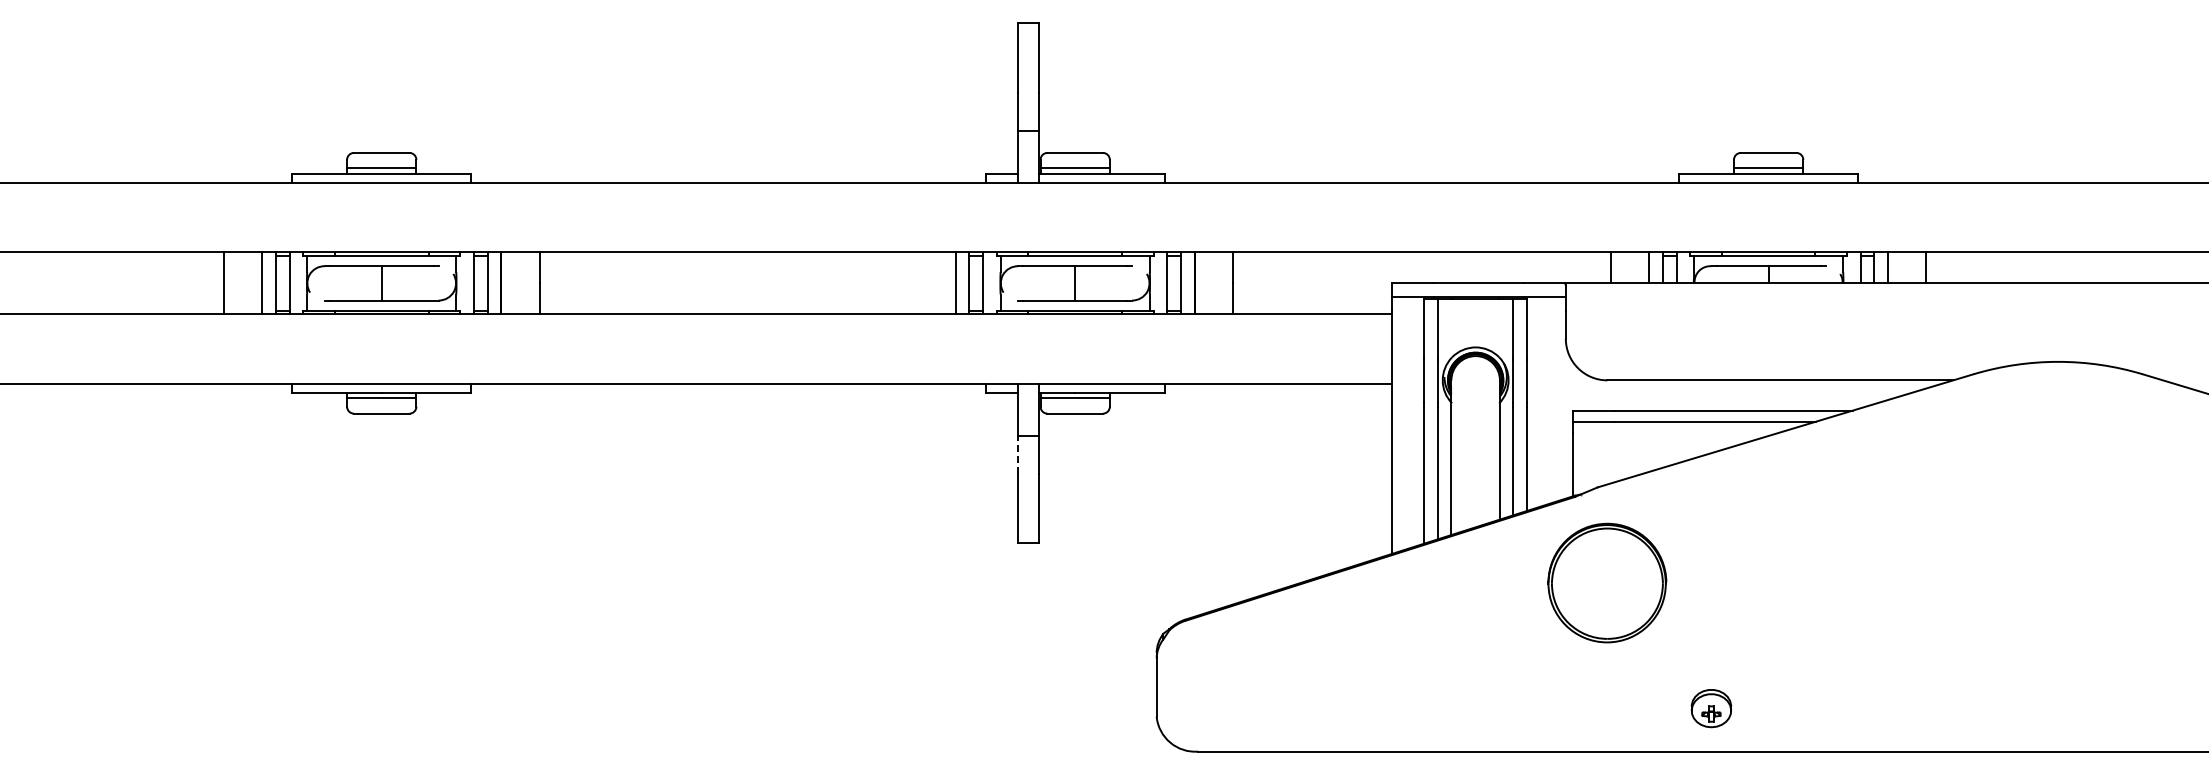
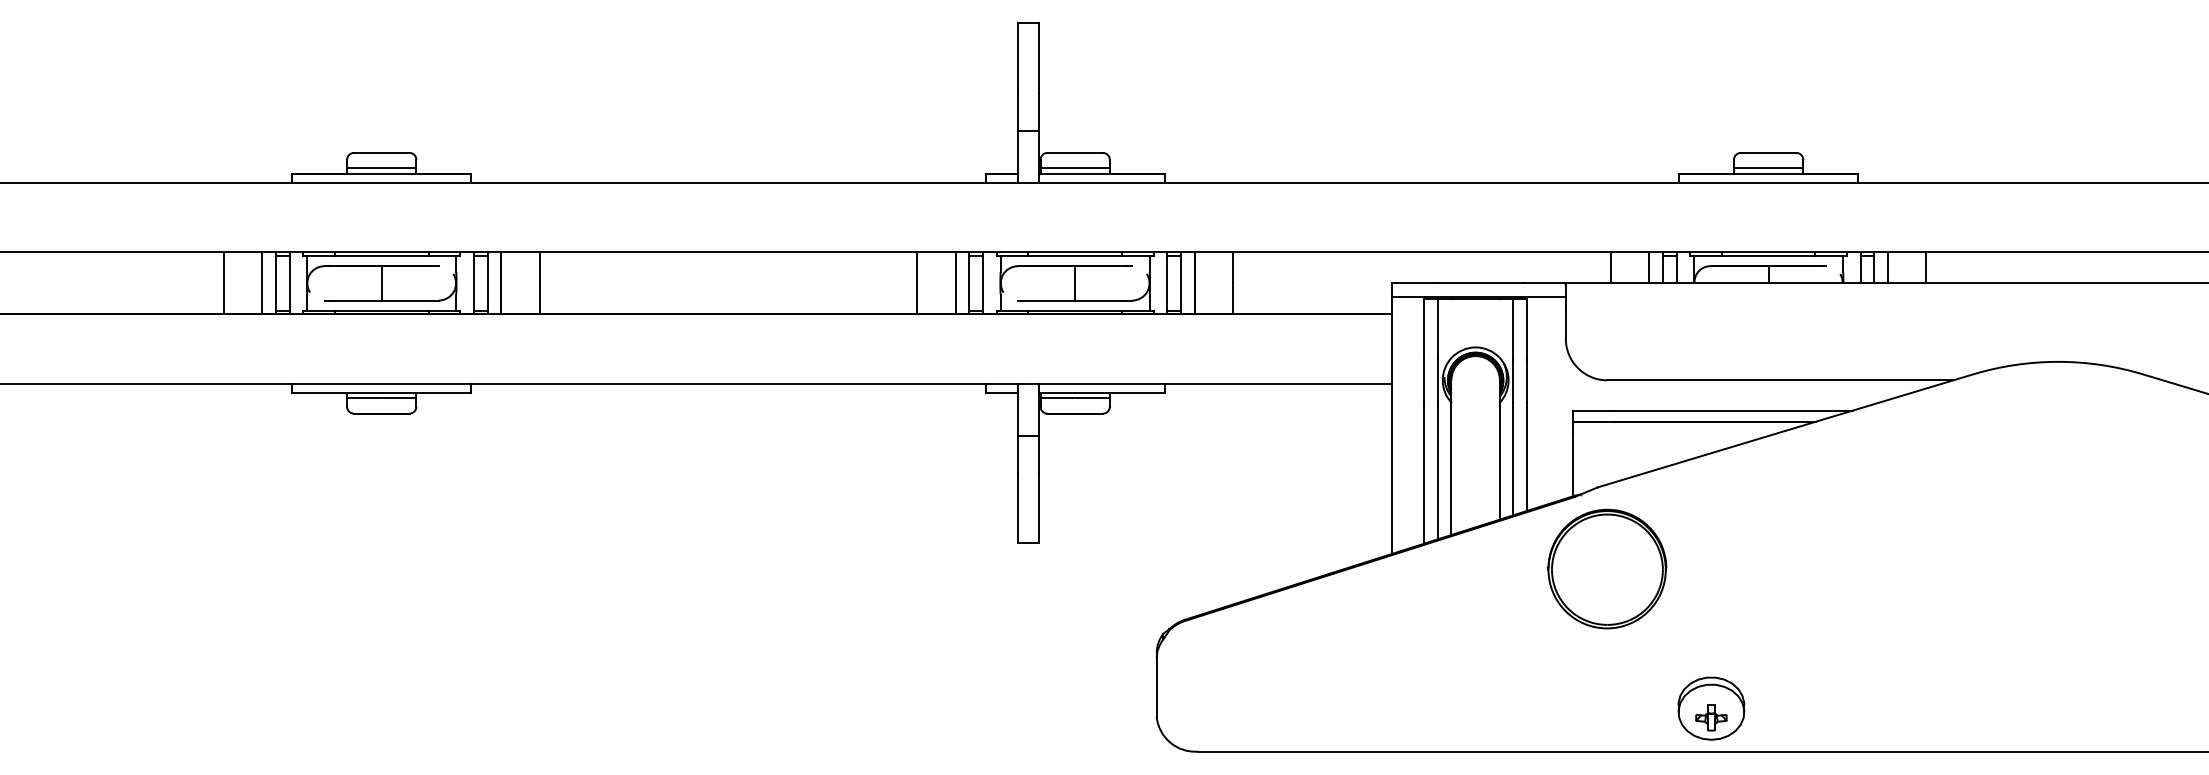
line at (917, 283): none -> present
line at (1018, 454): dashed -> solid
part at (1607, 582) position: (1607, 582) -> (1607, 568)
part at (1711, 708) size: 43x40 px -> 69x65 px
